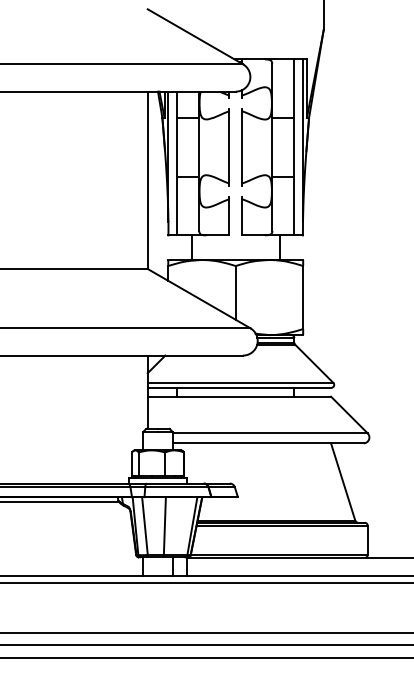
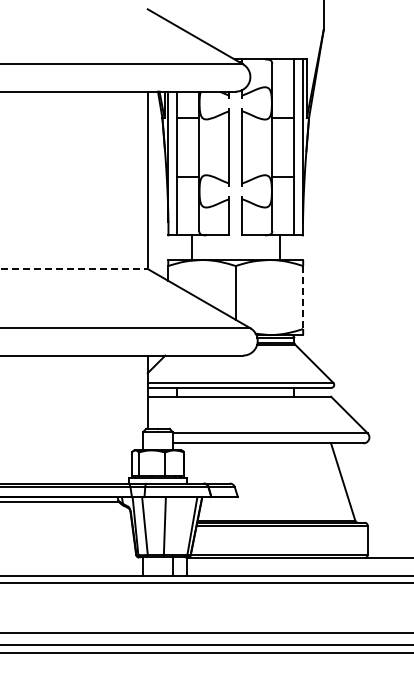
line at (73, 269): solid -> dashed
line at (303, 297): solid -> dashed
line at (206, 657) position: (206, 657) -> (206, 652)
